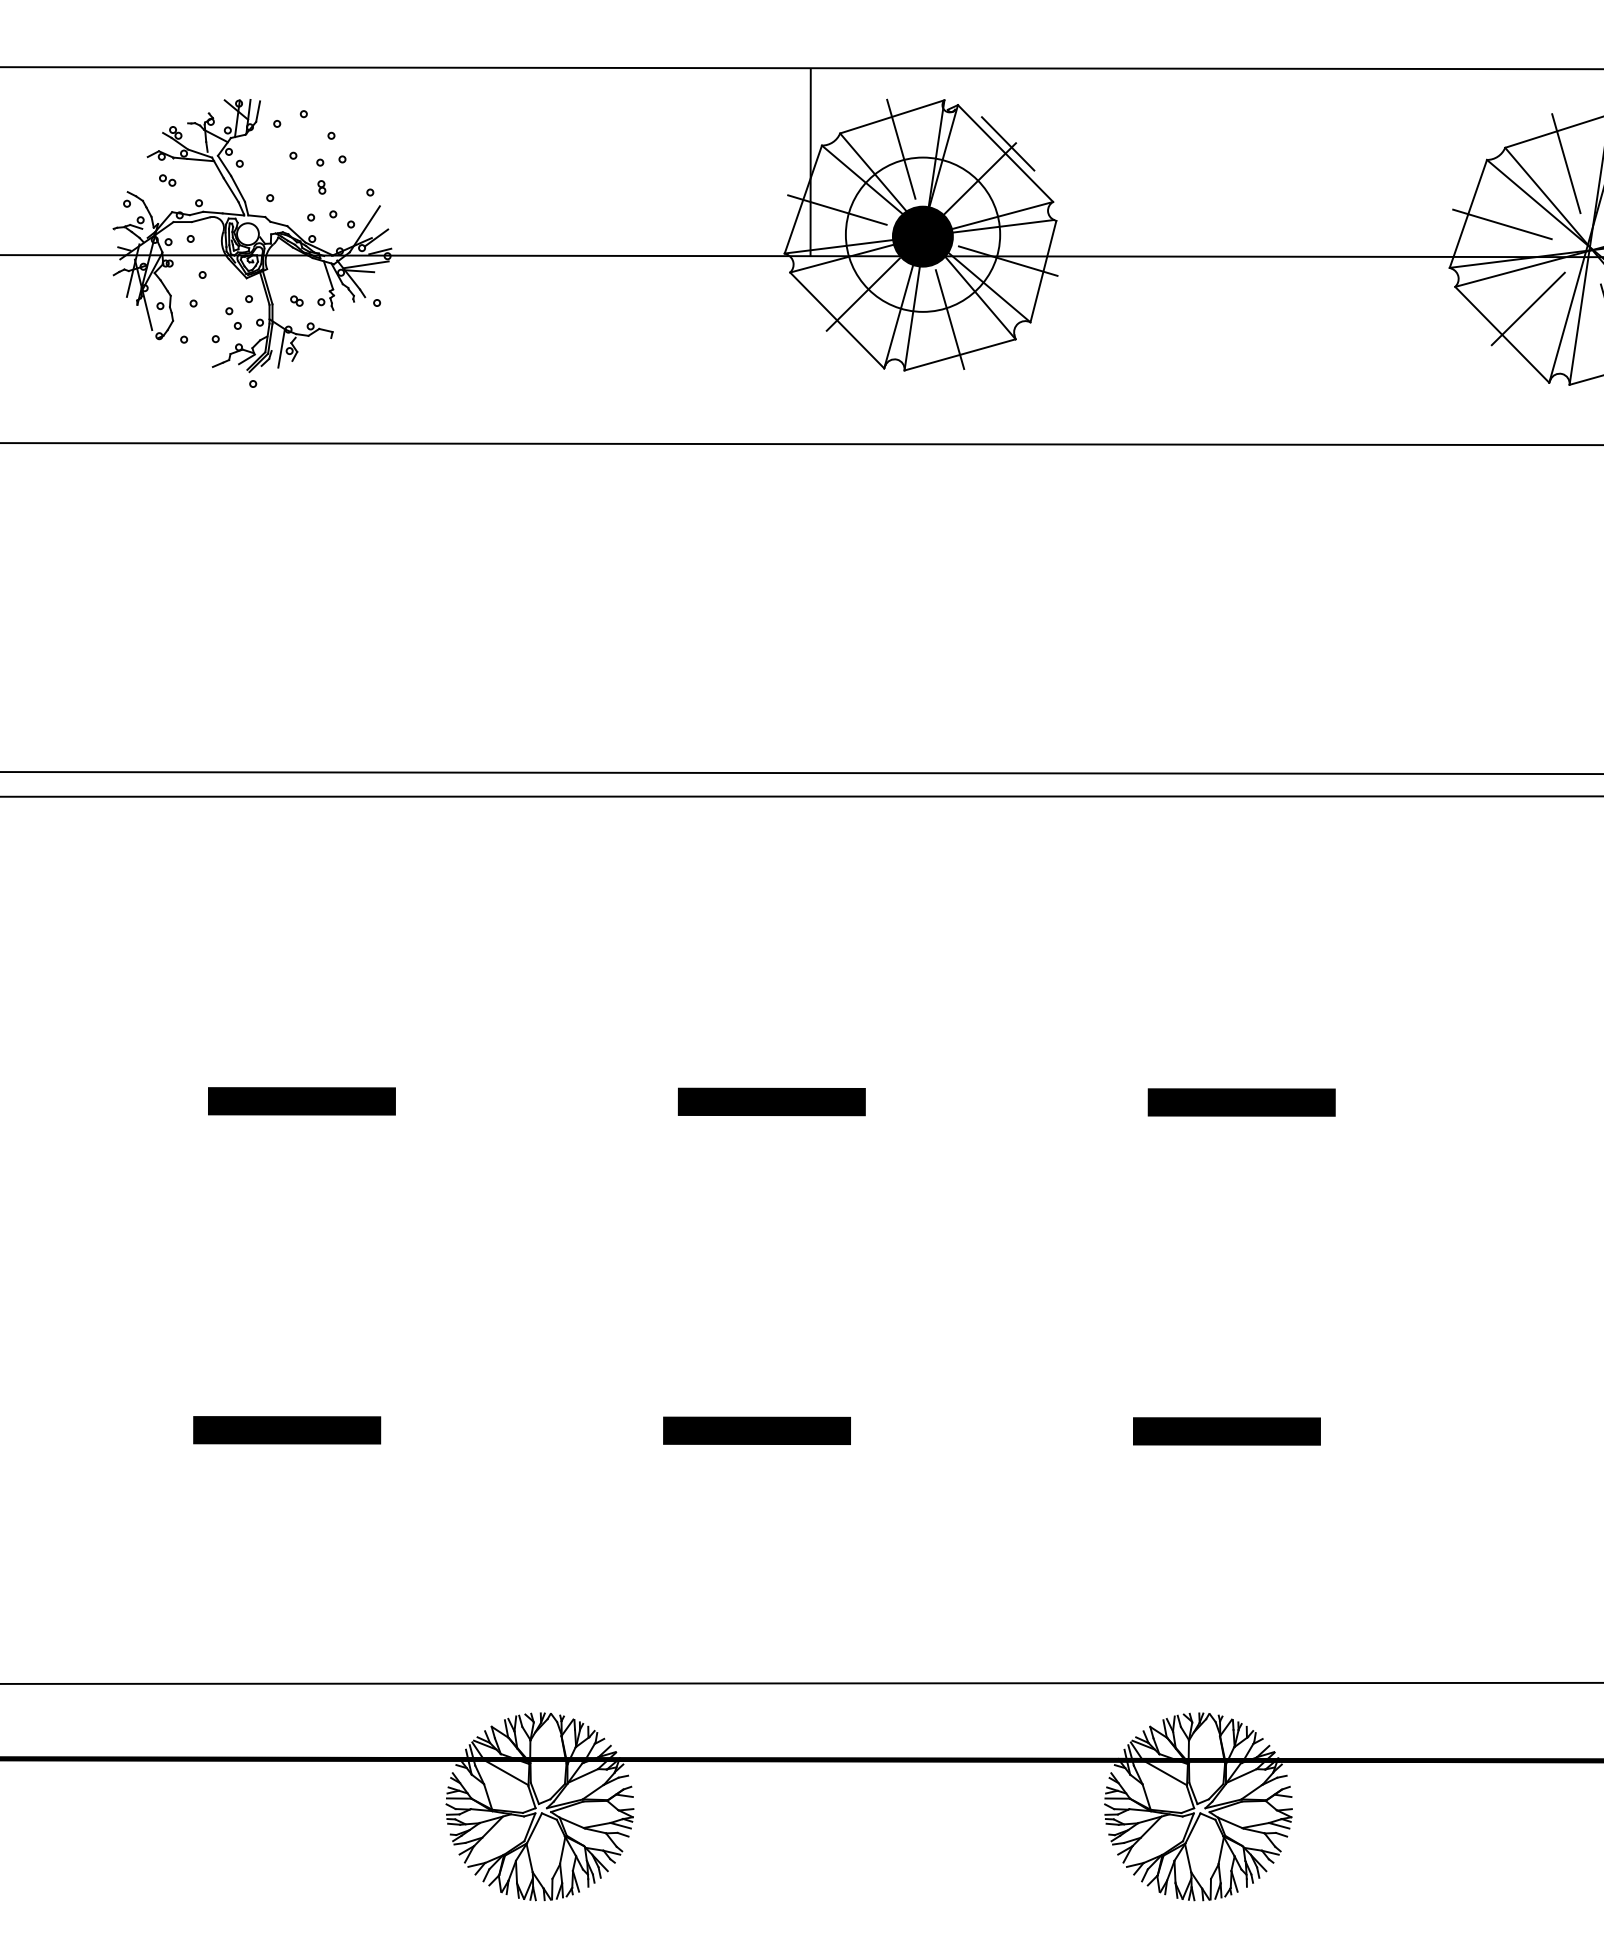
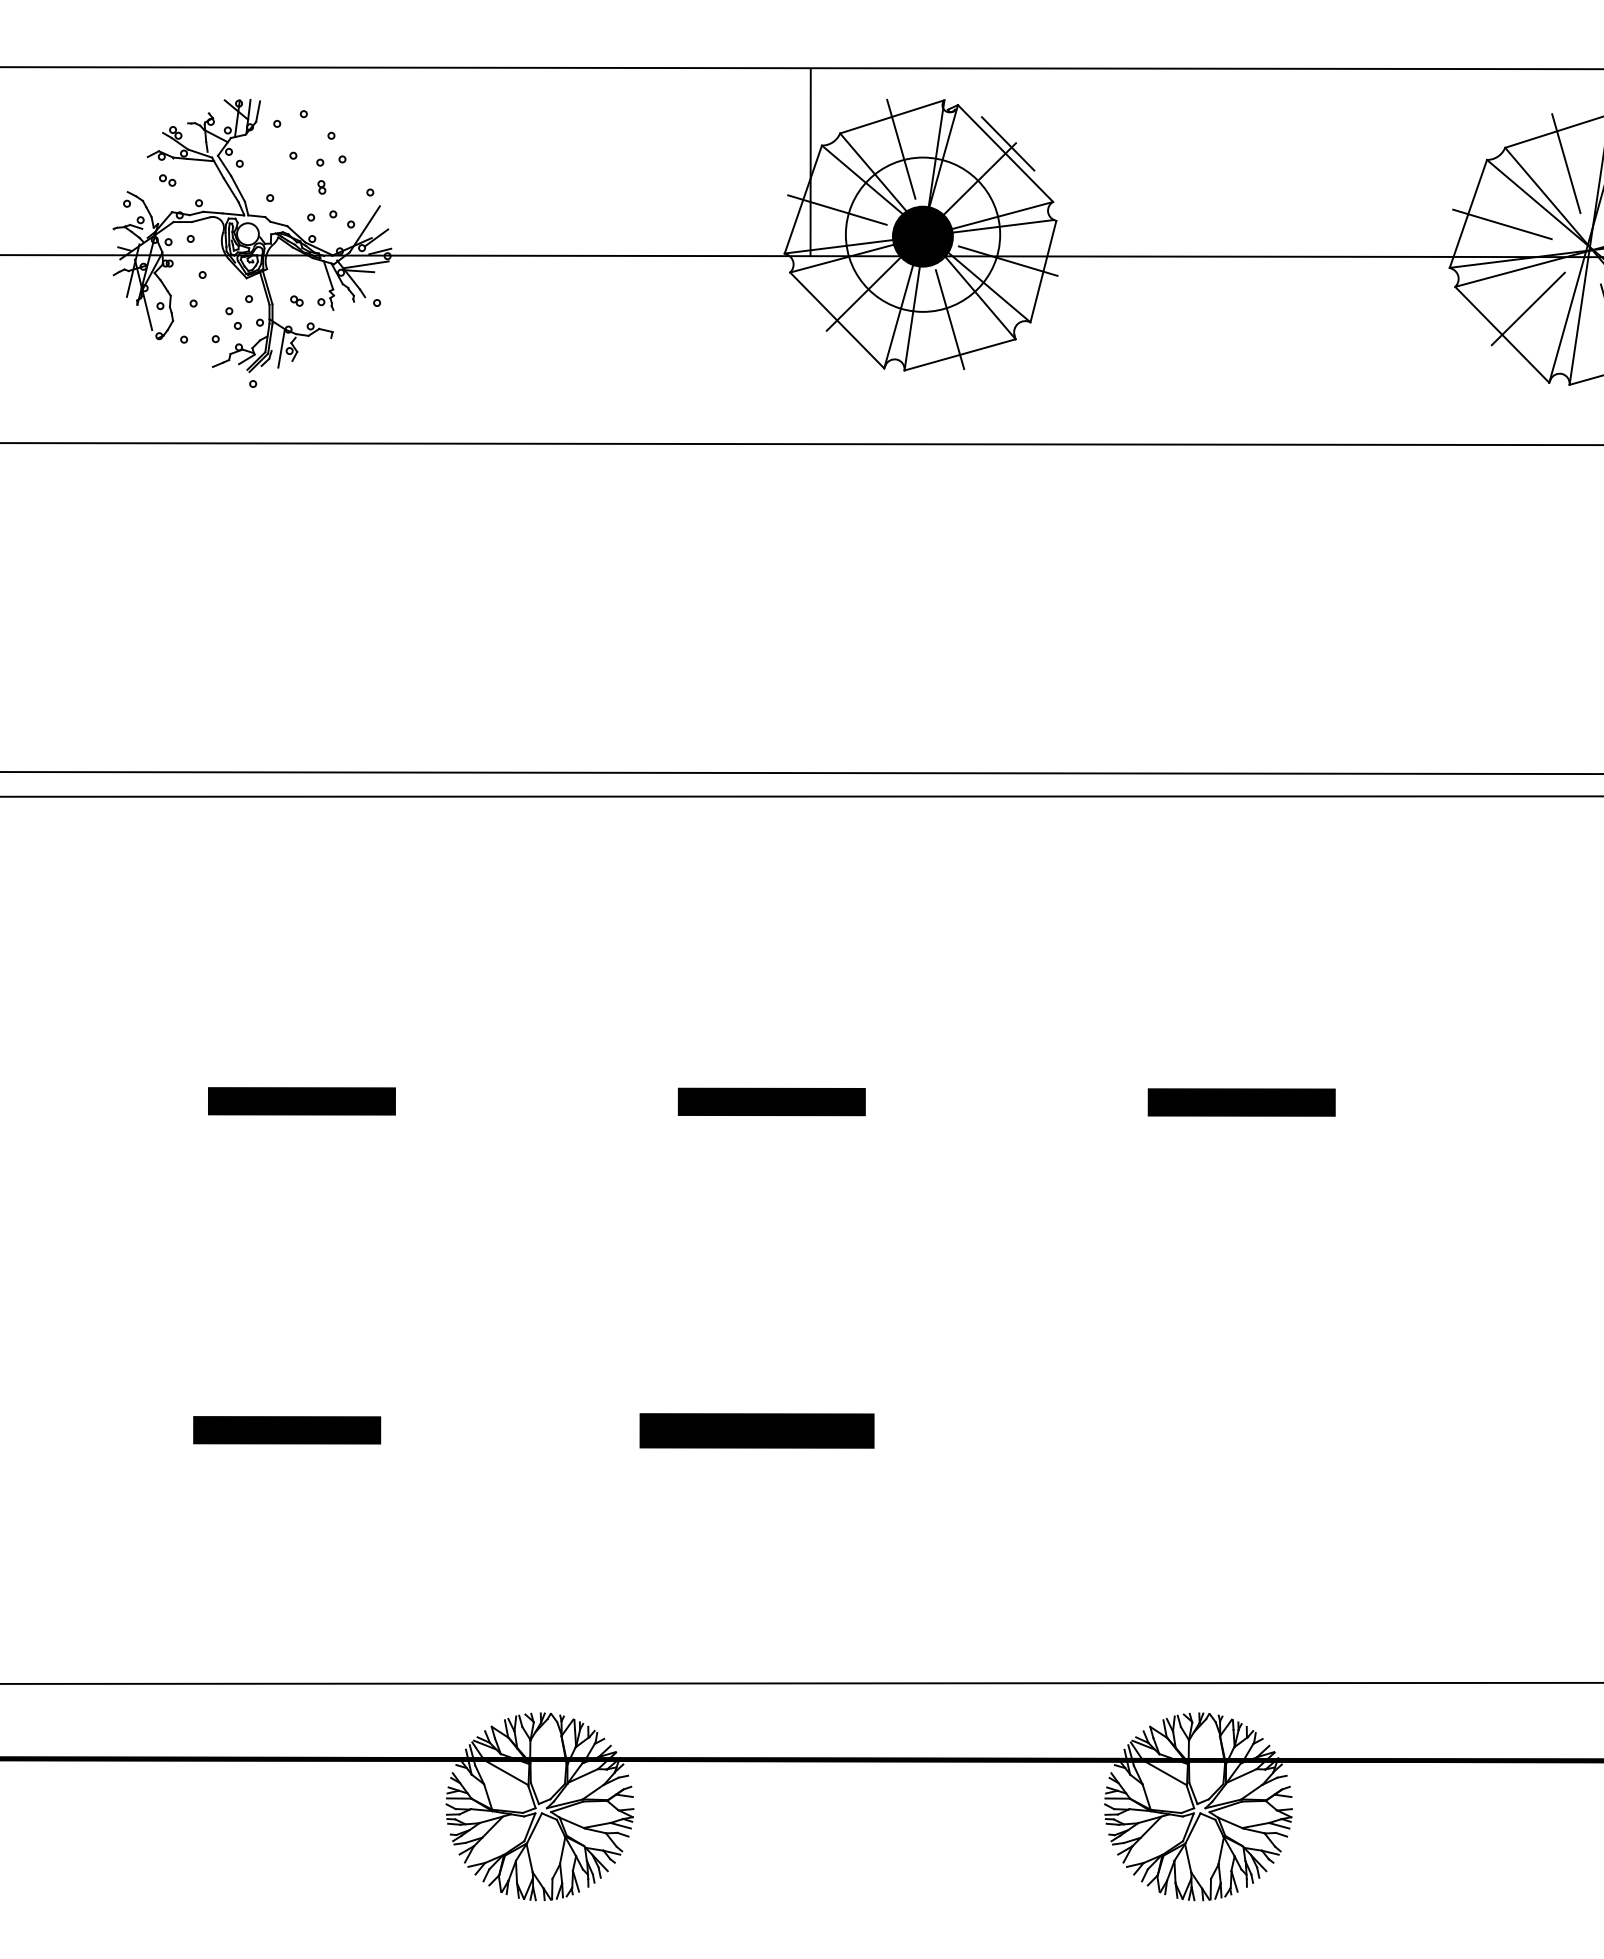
part at (756, 1430) size: 188x29 px -> 236x36 px
part at (1226, 1431): present -> none
